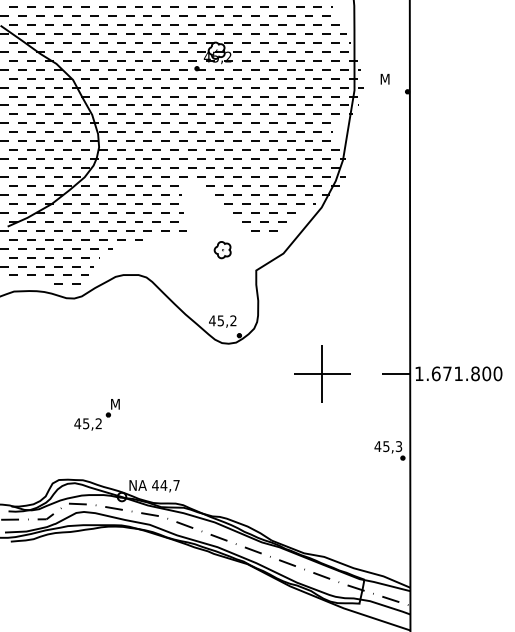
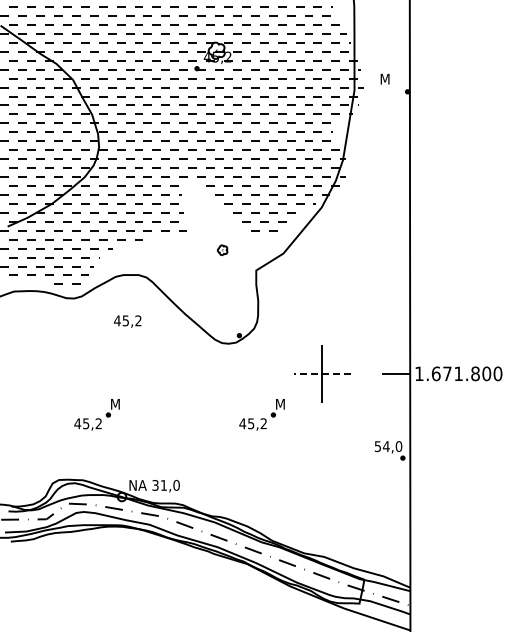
part at (222, 250) size: 19x19 px -> 13x12 px
text at (222, 321) position: (222, 321) -> (127, 321)
line at (322, 373): solid -> dashed
part at (261, 414): none -> present
text at (388, 446): 45,3 -> 54,0
text at (165, 485): 44,7 -> 31,0
